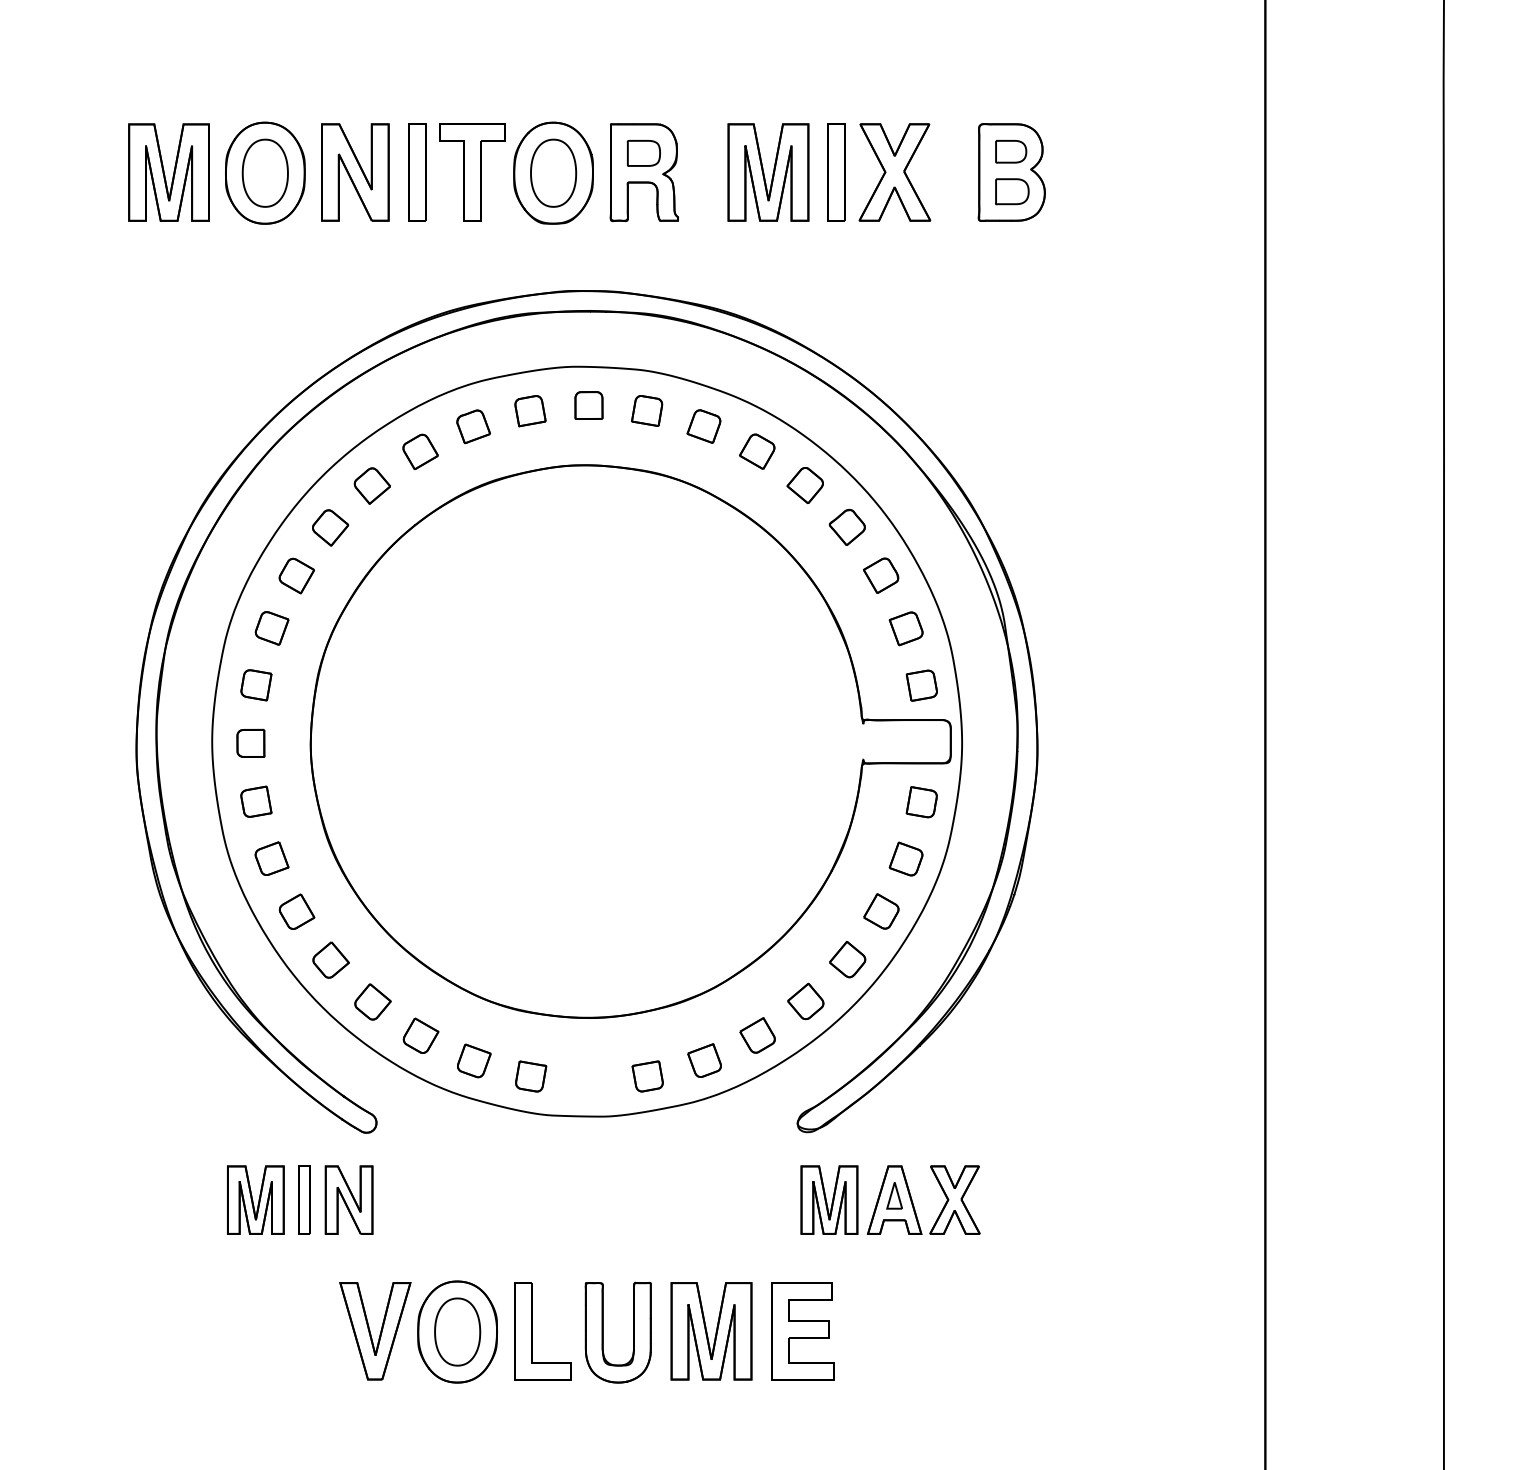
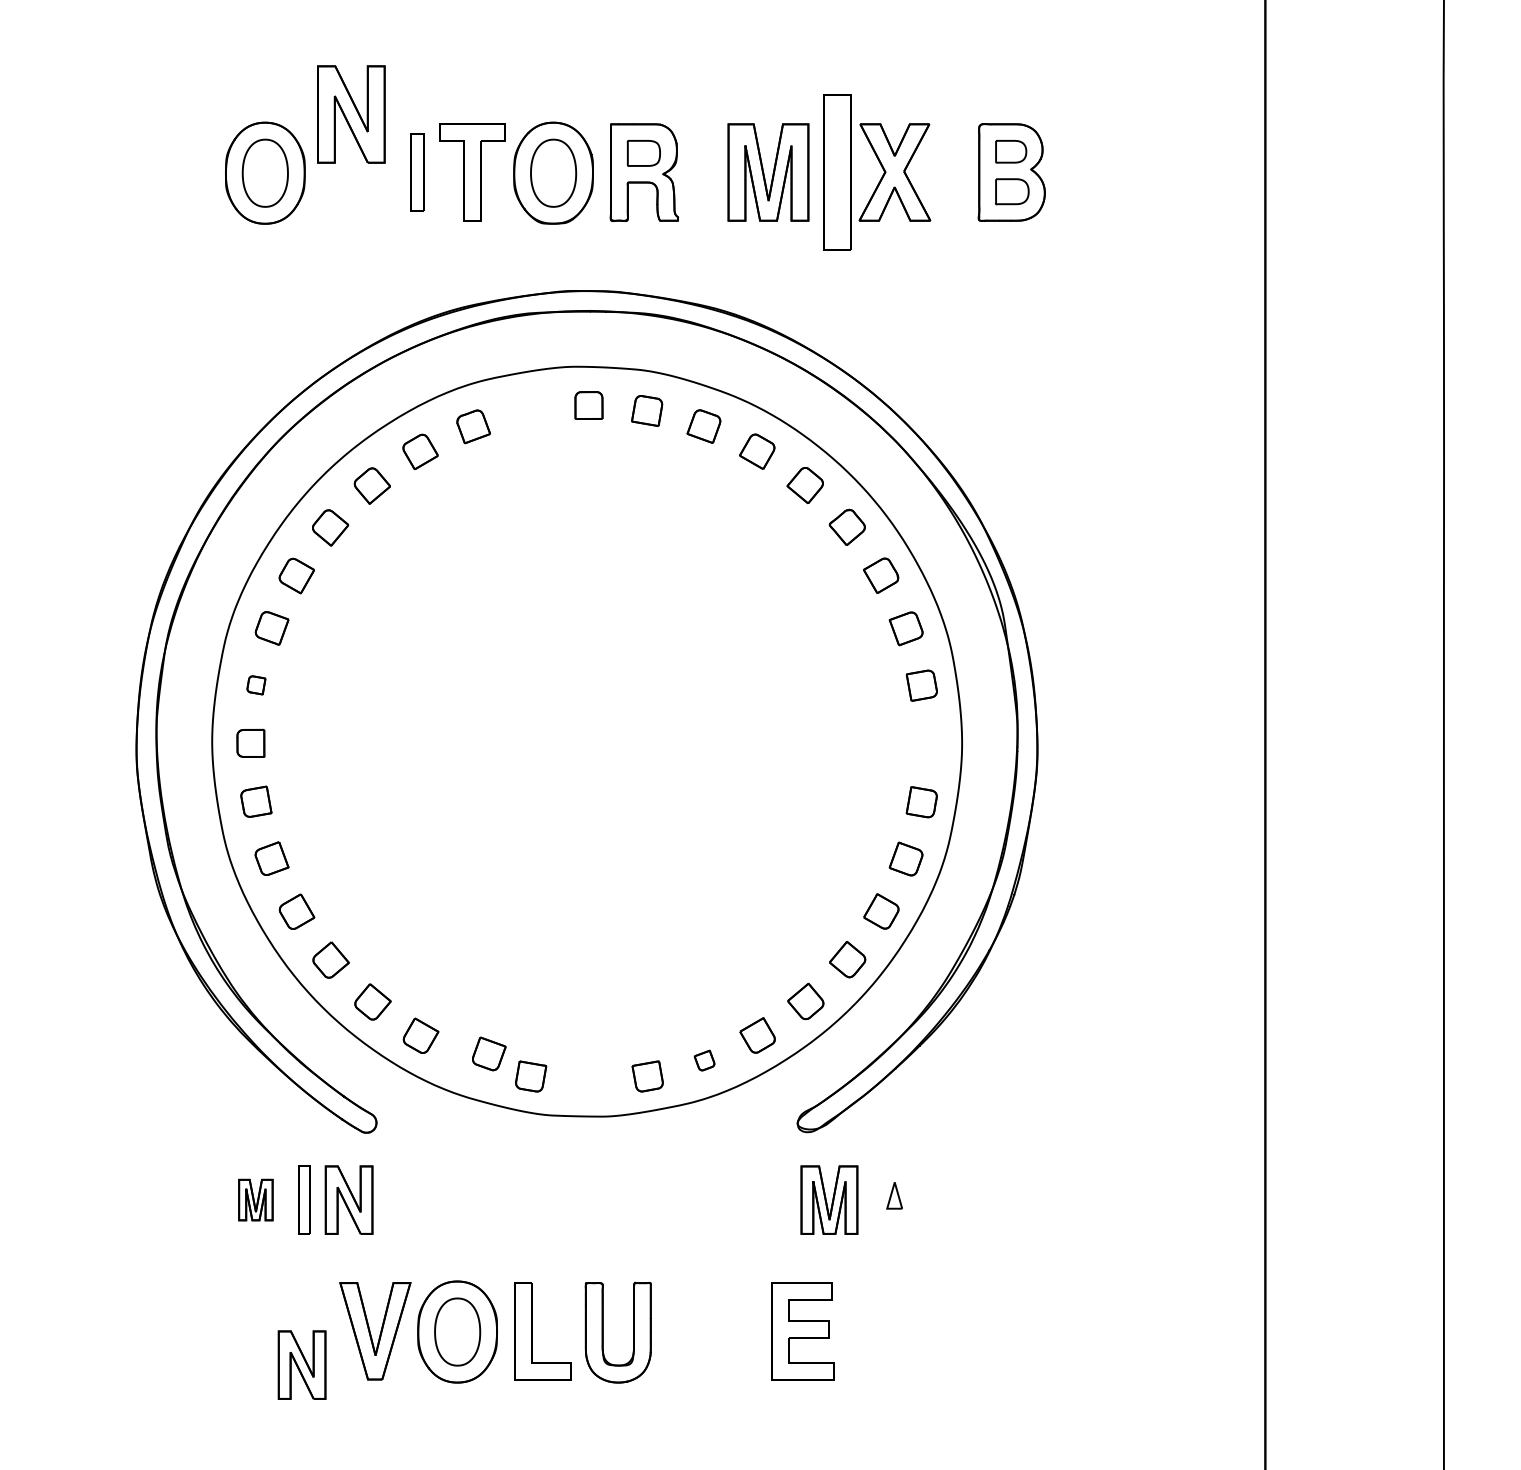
part at (168, 172): present -> none
part at (355, 172) position: (355, 172) -> (351, 114)
part at (417, 172) size: 19x99 px -> 15x79 px
part at (836, 172) size: 19x99 px -> 29x157 px
part at (530, 411): present -> none
part at (256, 685) size: 33x33 px -> 21x21 px
part at (630, 741): present -> none
part at (474, 1060) position: (474, 1060) -> (489, 1053)
part at (704, 1060) size: 35x35 px -> 23x23 px
part at (255, 1199) size: 58x70 px -> 36x44 px
part at (913, 1202): present -> none
part at (711, 1331): present -> none
part at (301, 1364): none -> present
